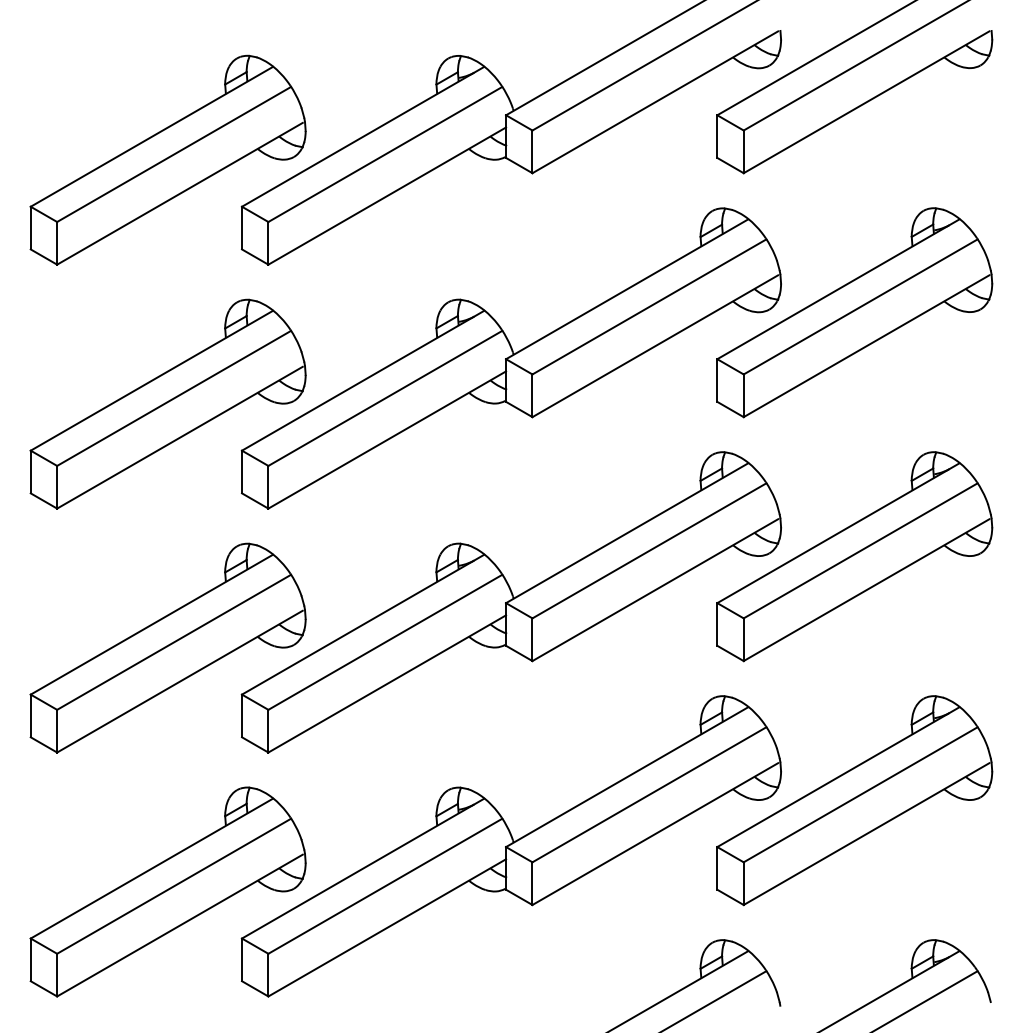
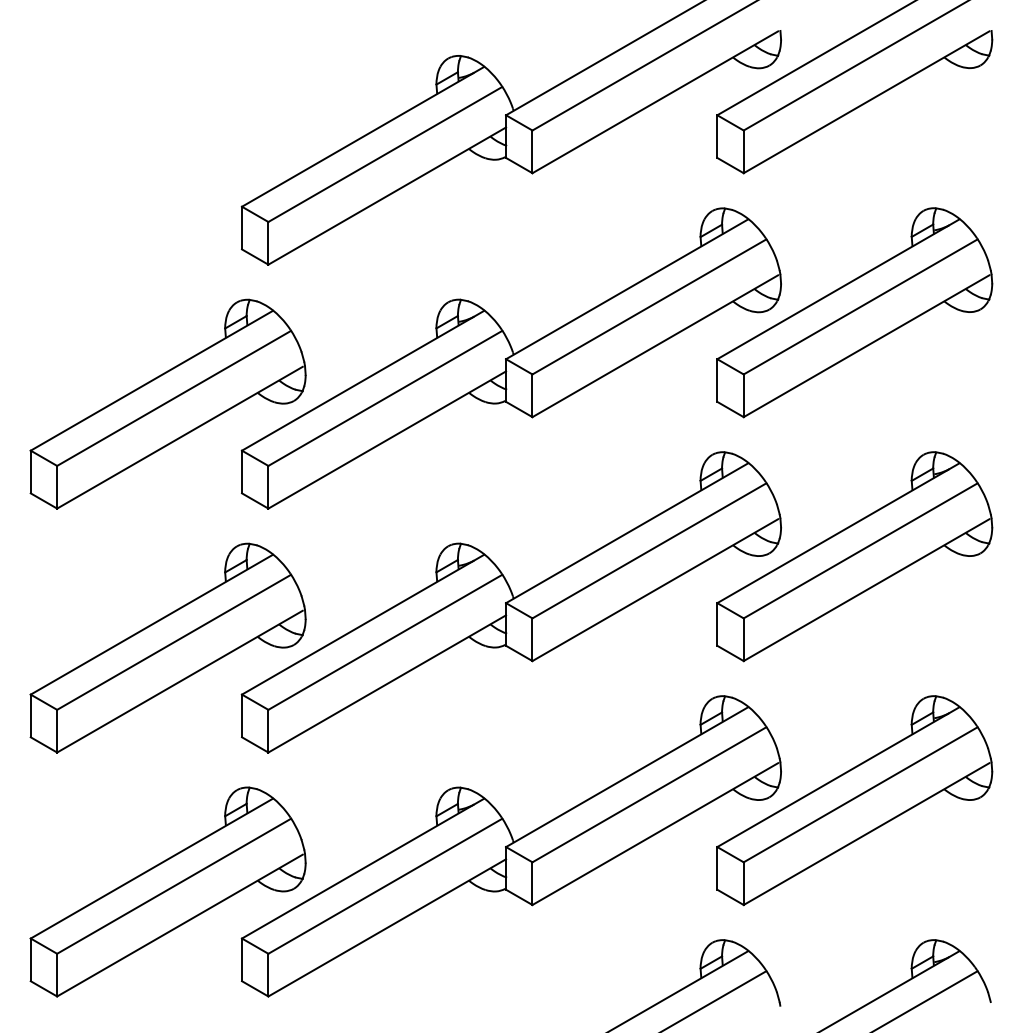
part at (167, 159): present -> none
